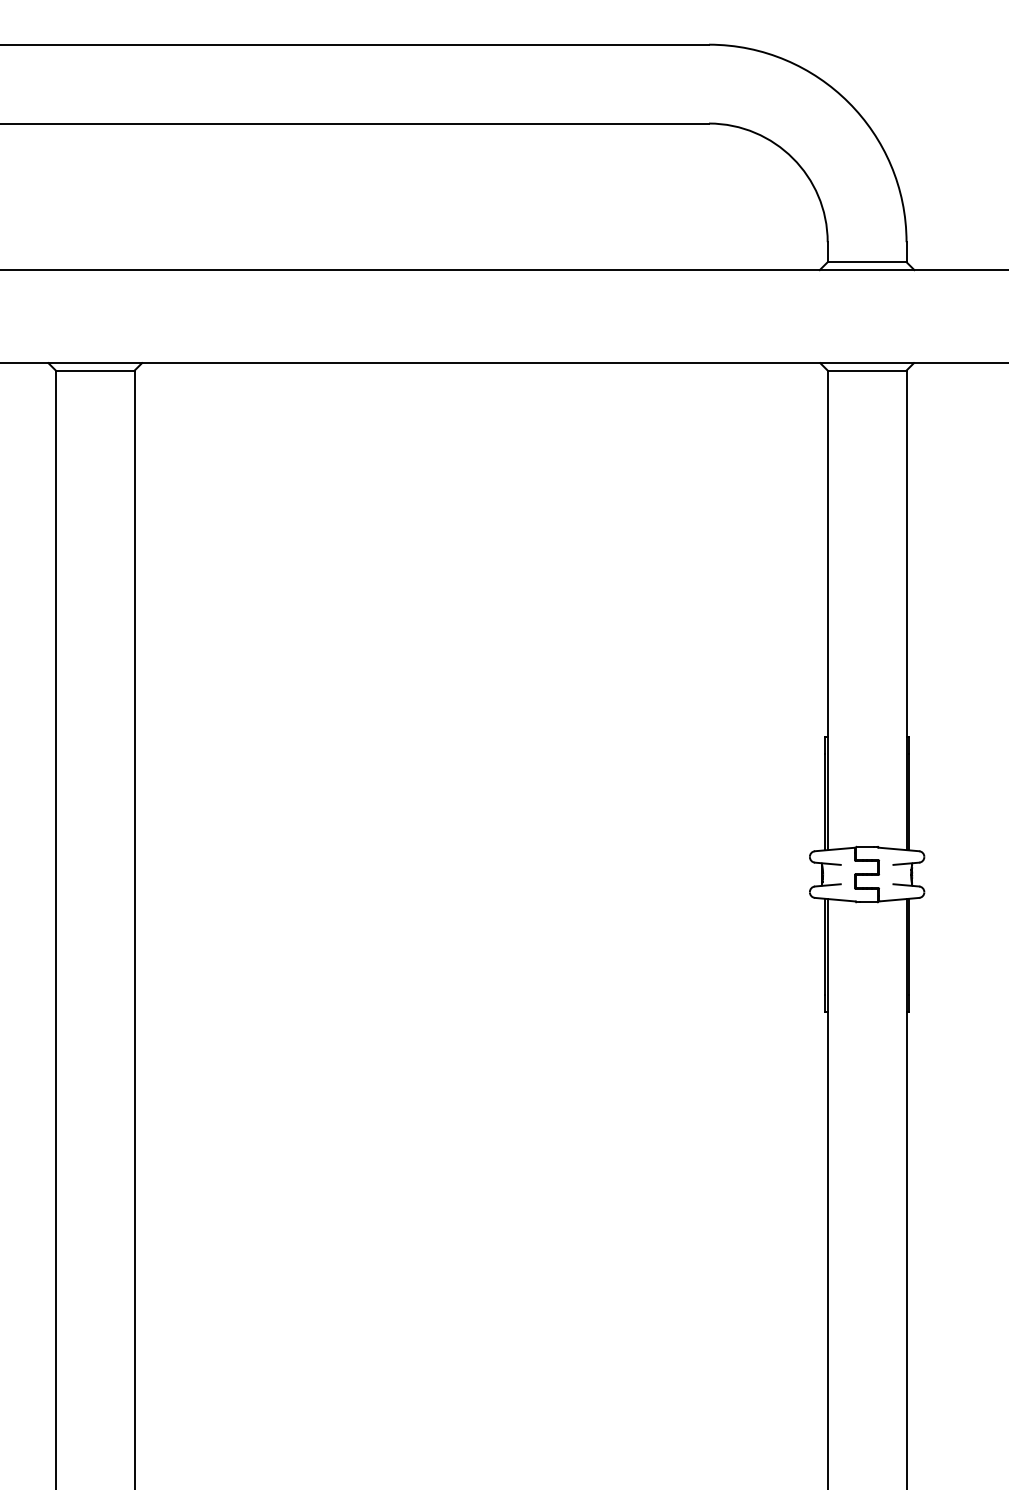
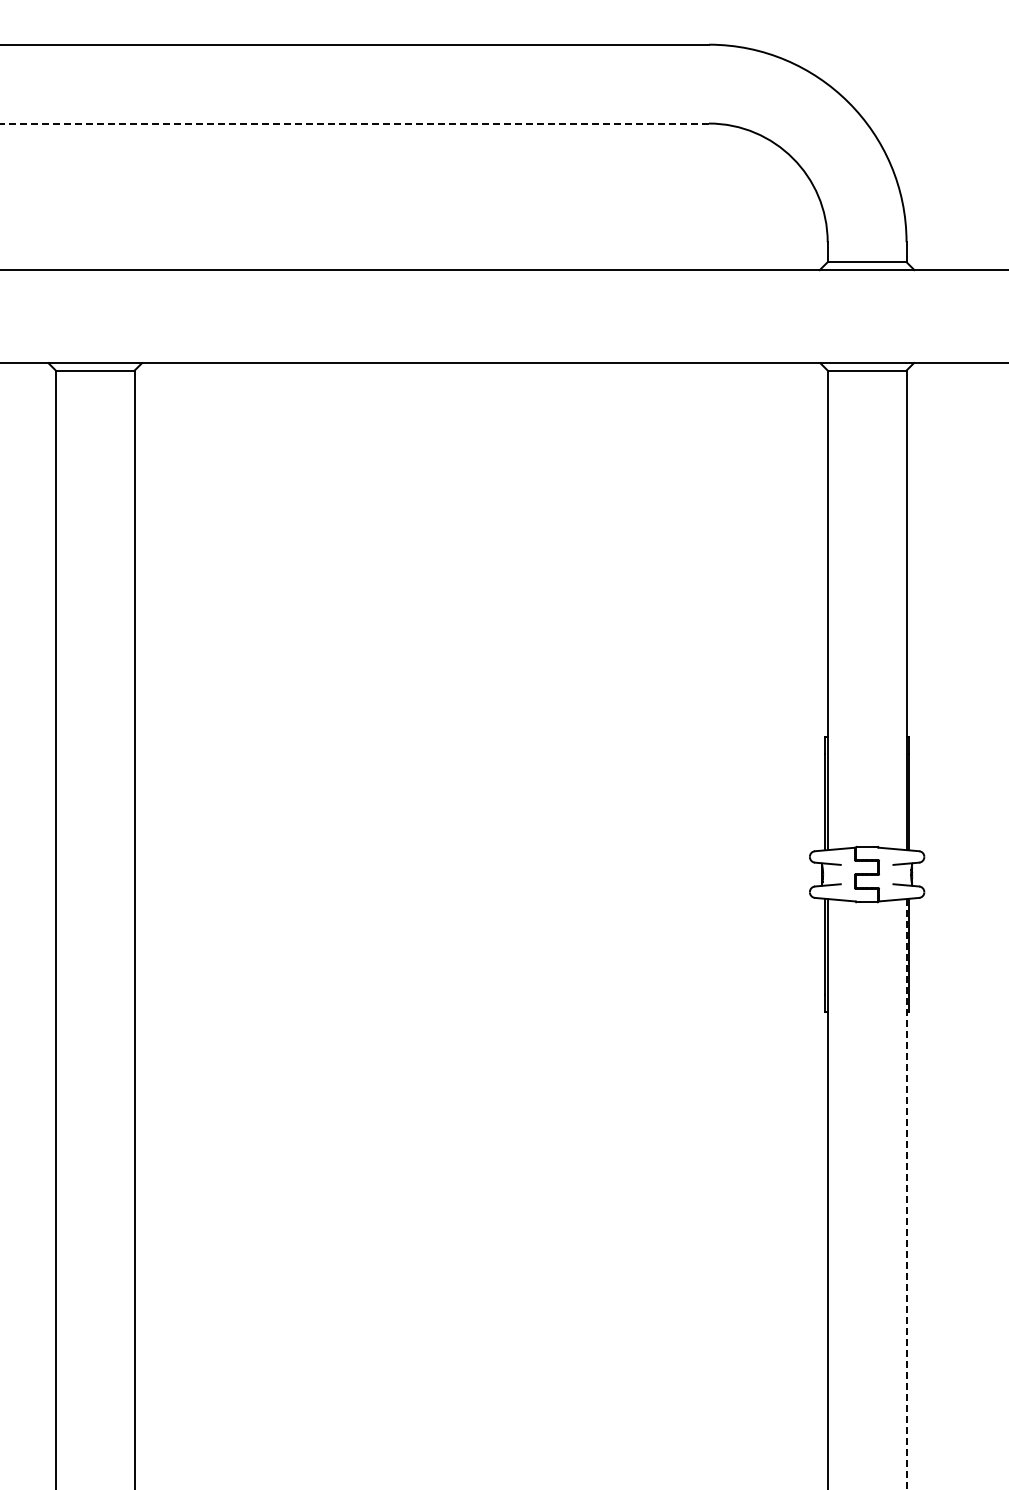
line at (354, 123): solid -> dashed
line at (906, 1194): solid -> dashed
